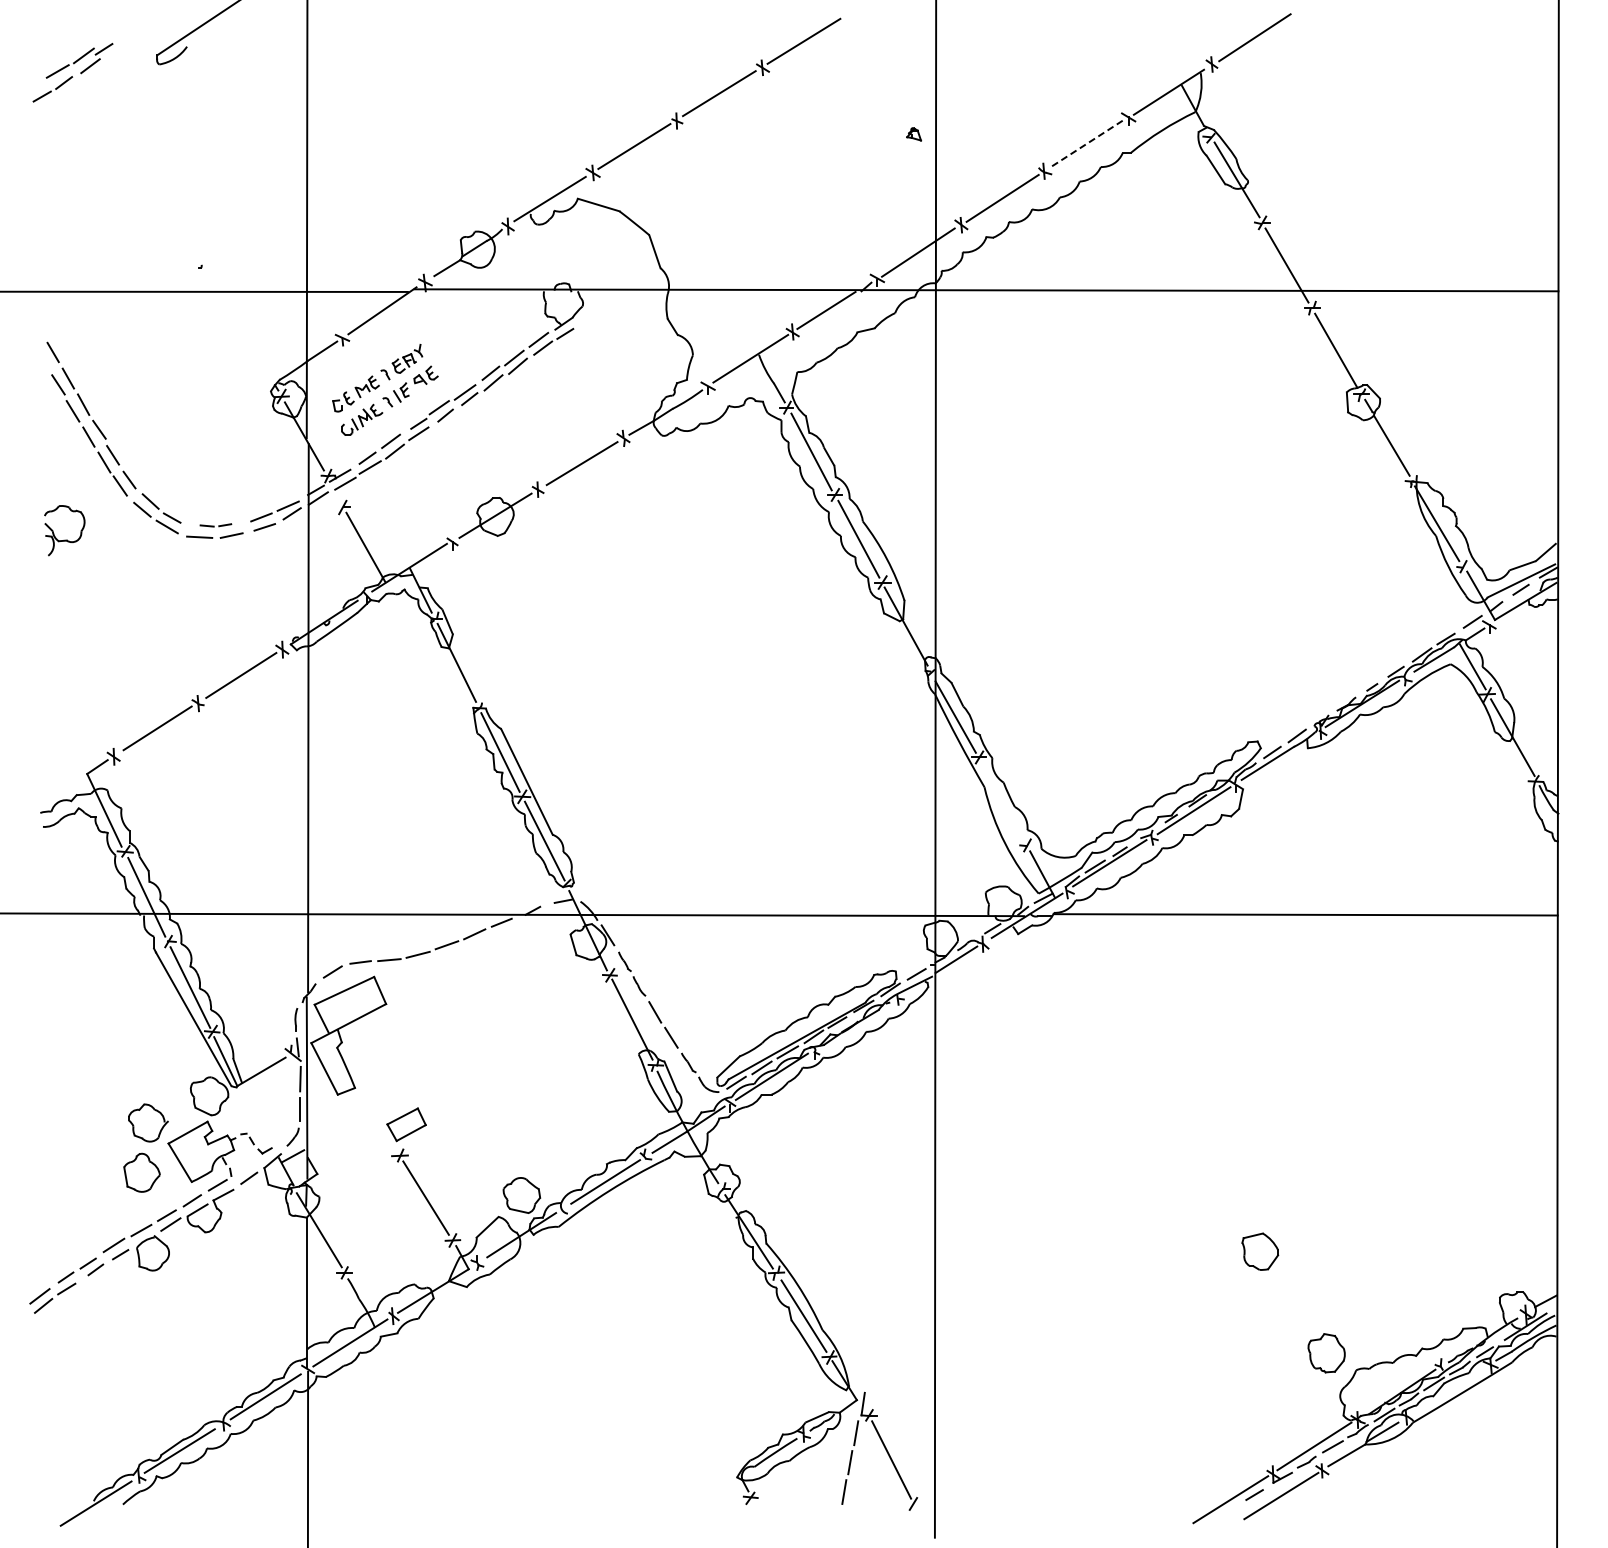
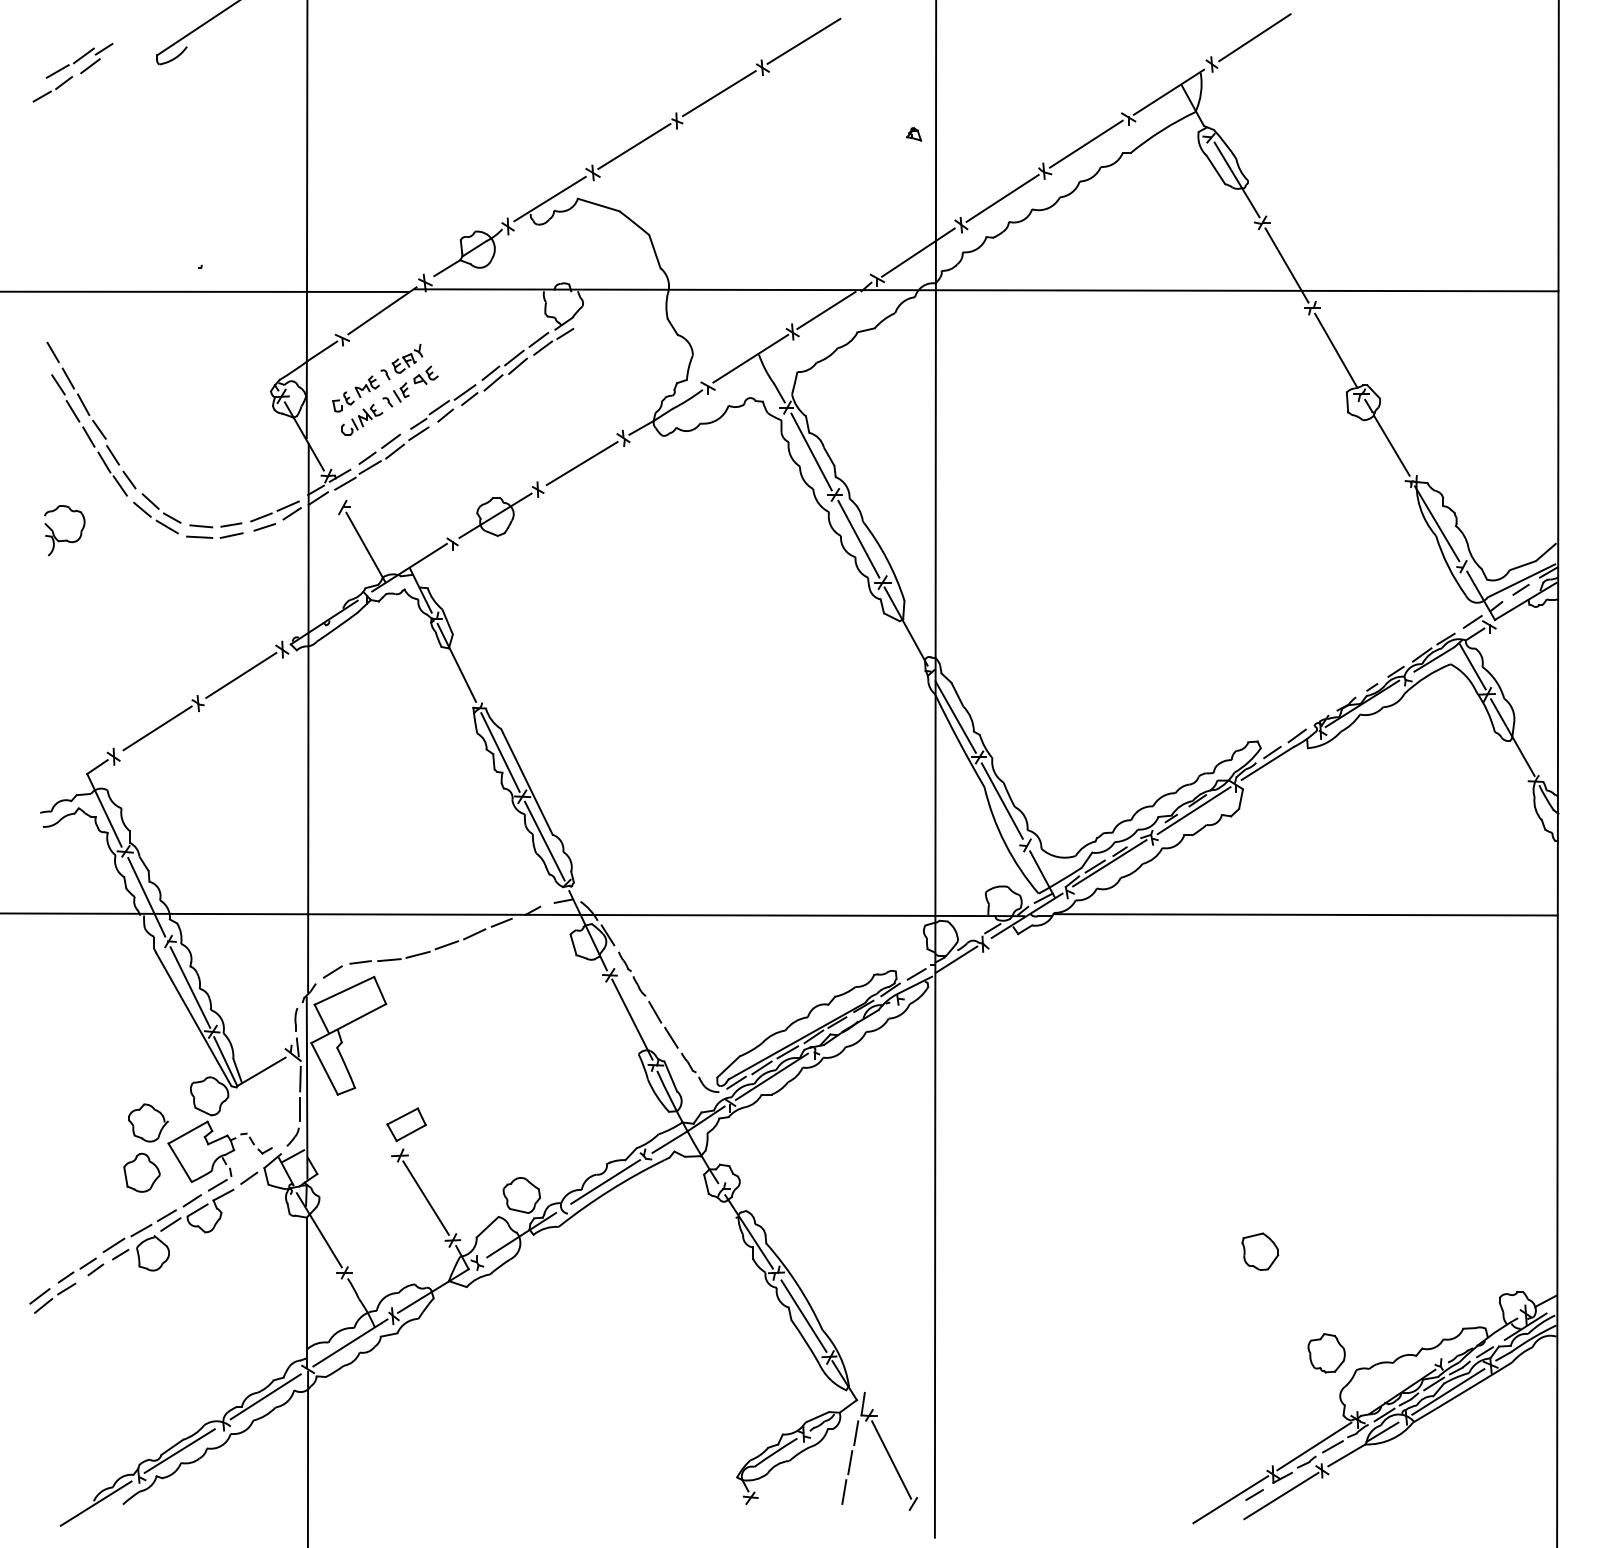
line at (1085, 144): dashed -> solid
part at (215, 525) size: 34x5 px -> 54x7 px
line at (1001, 800): none -> present
line at (1448, 1391): none -> present
